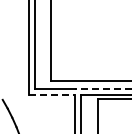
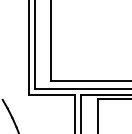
line at (102, 89): dashed -> solid
line at (51, 95): dashed -> solid
